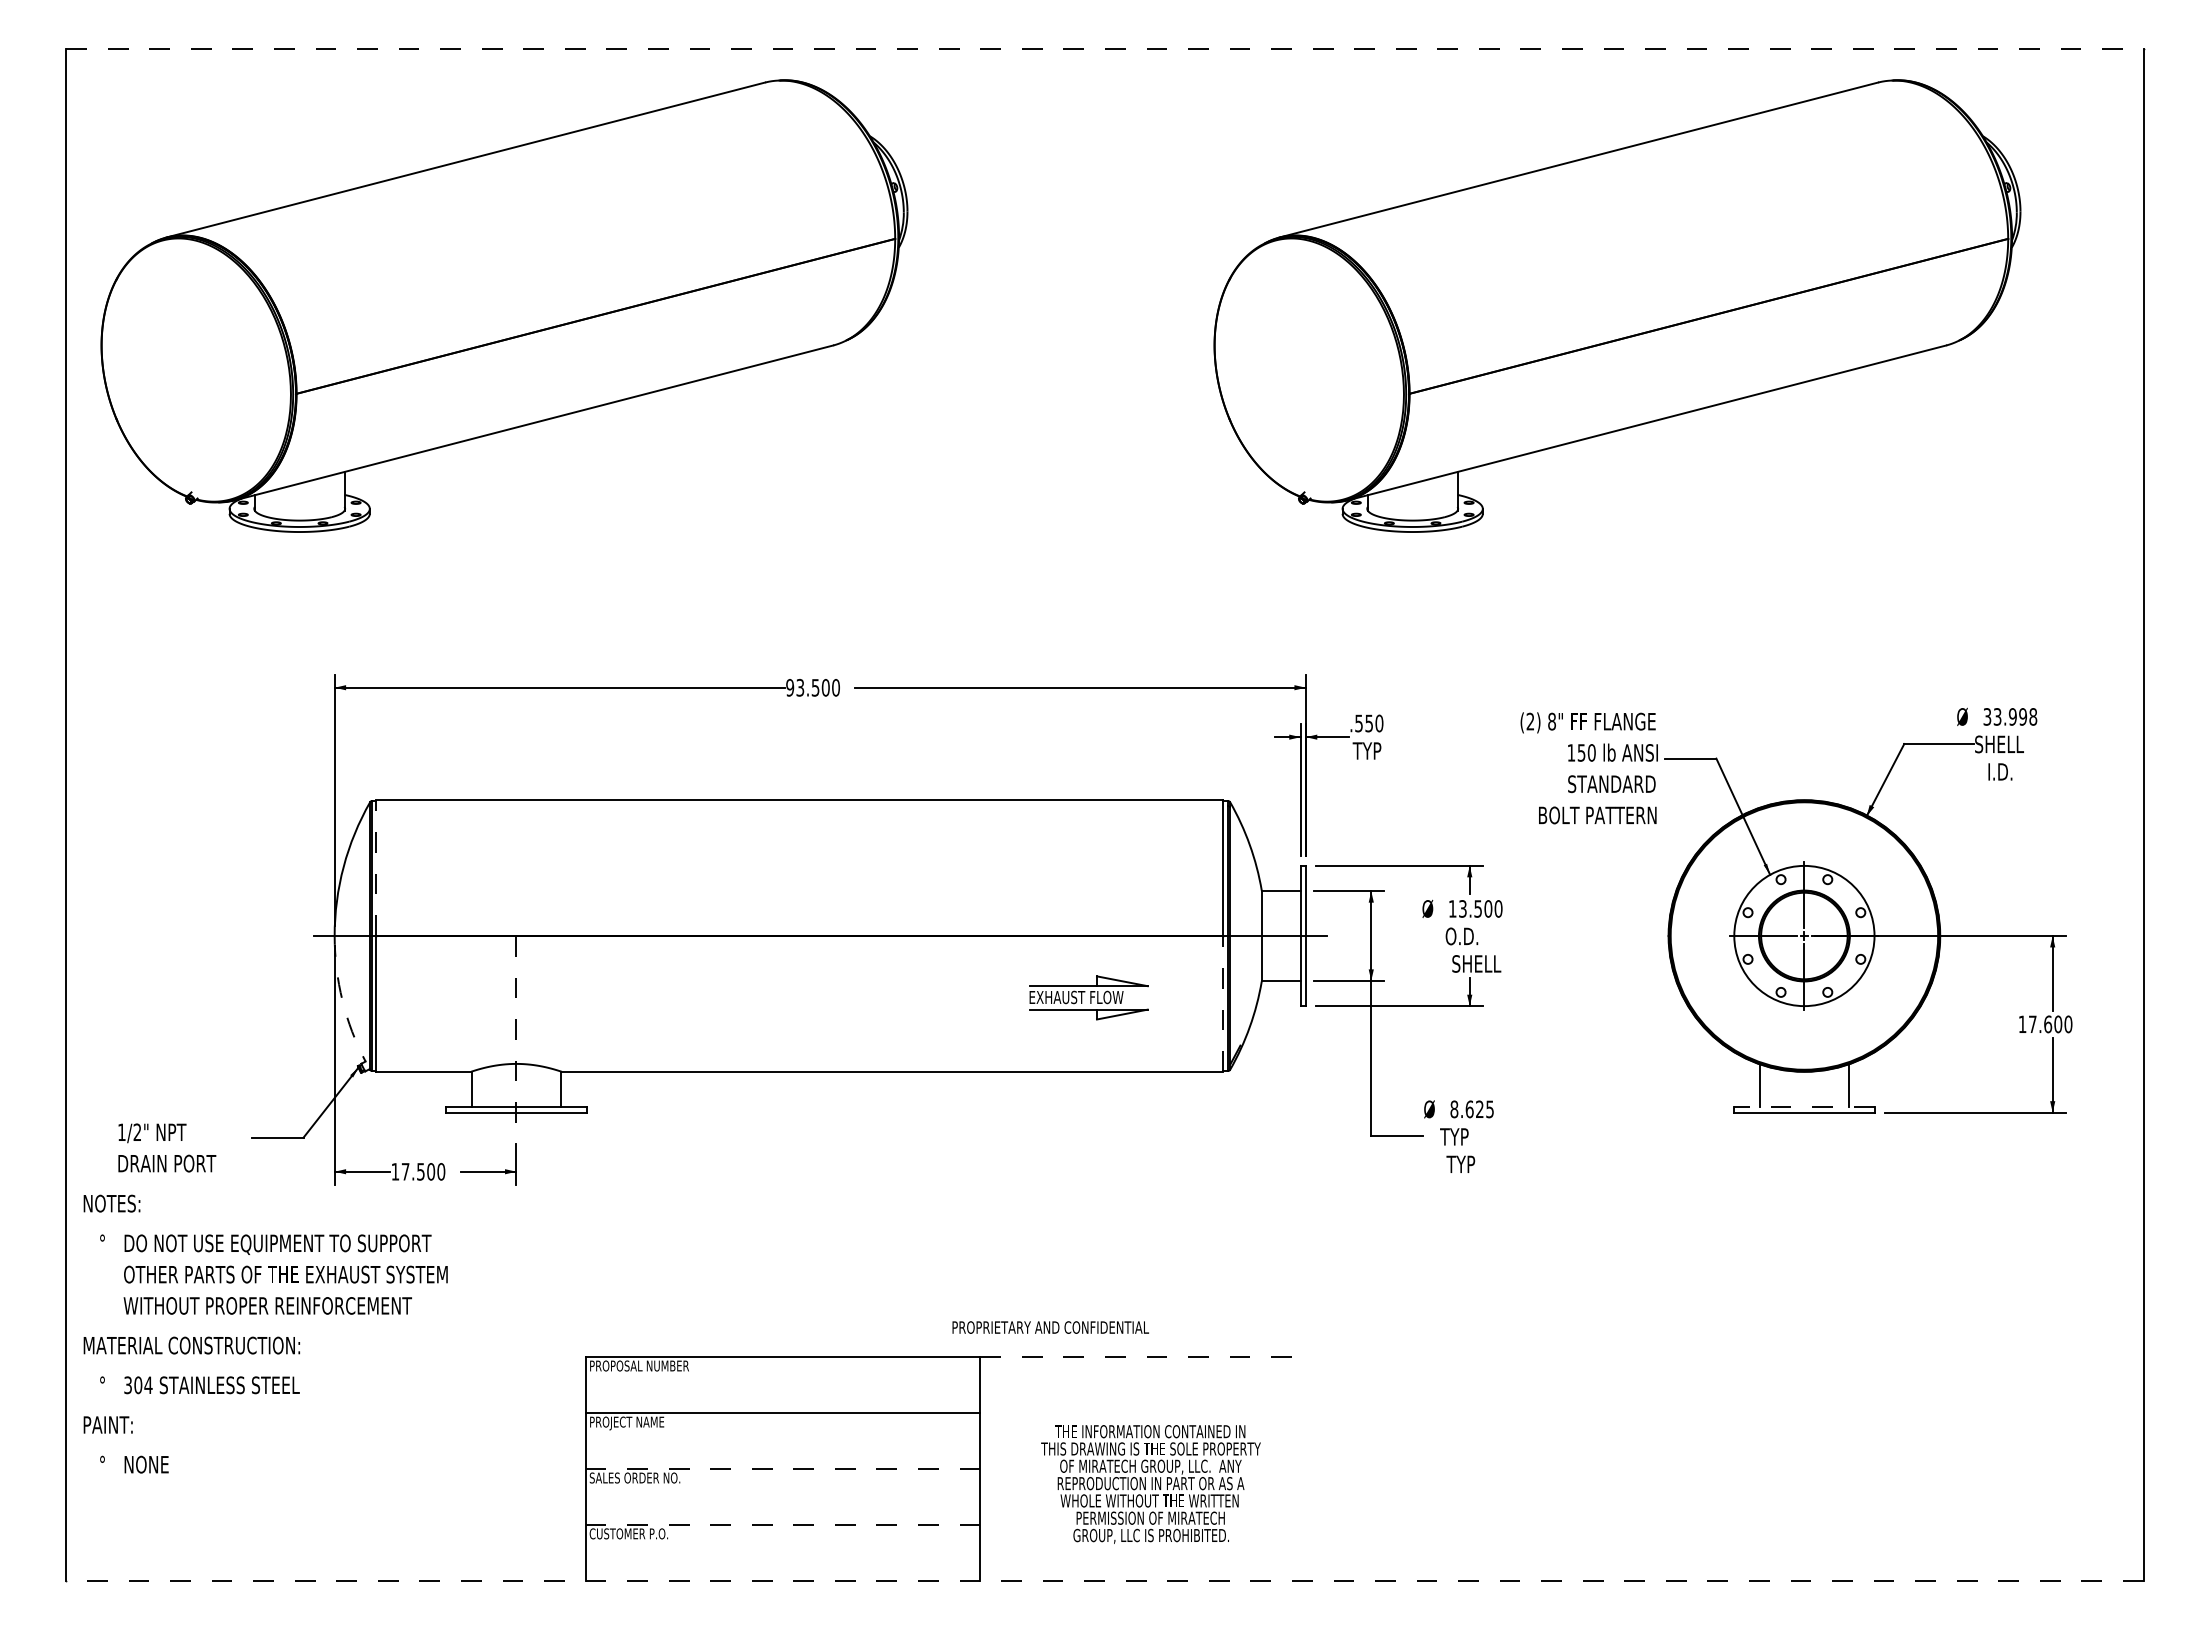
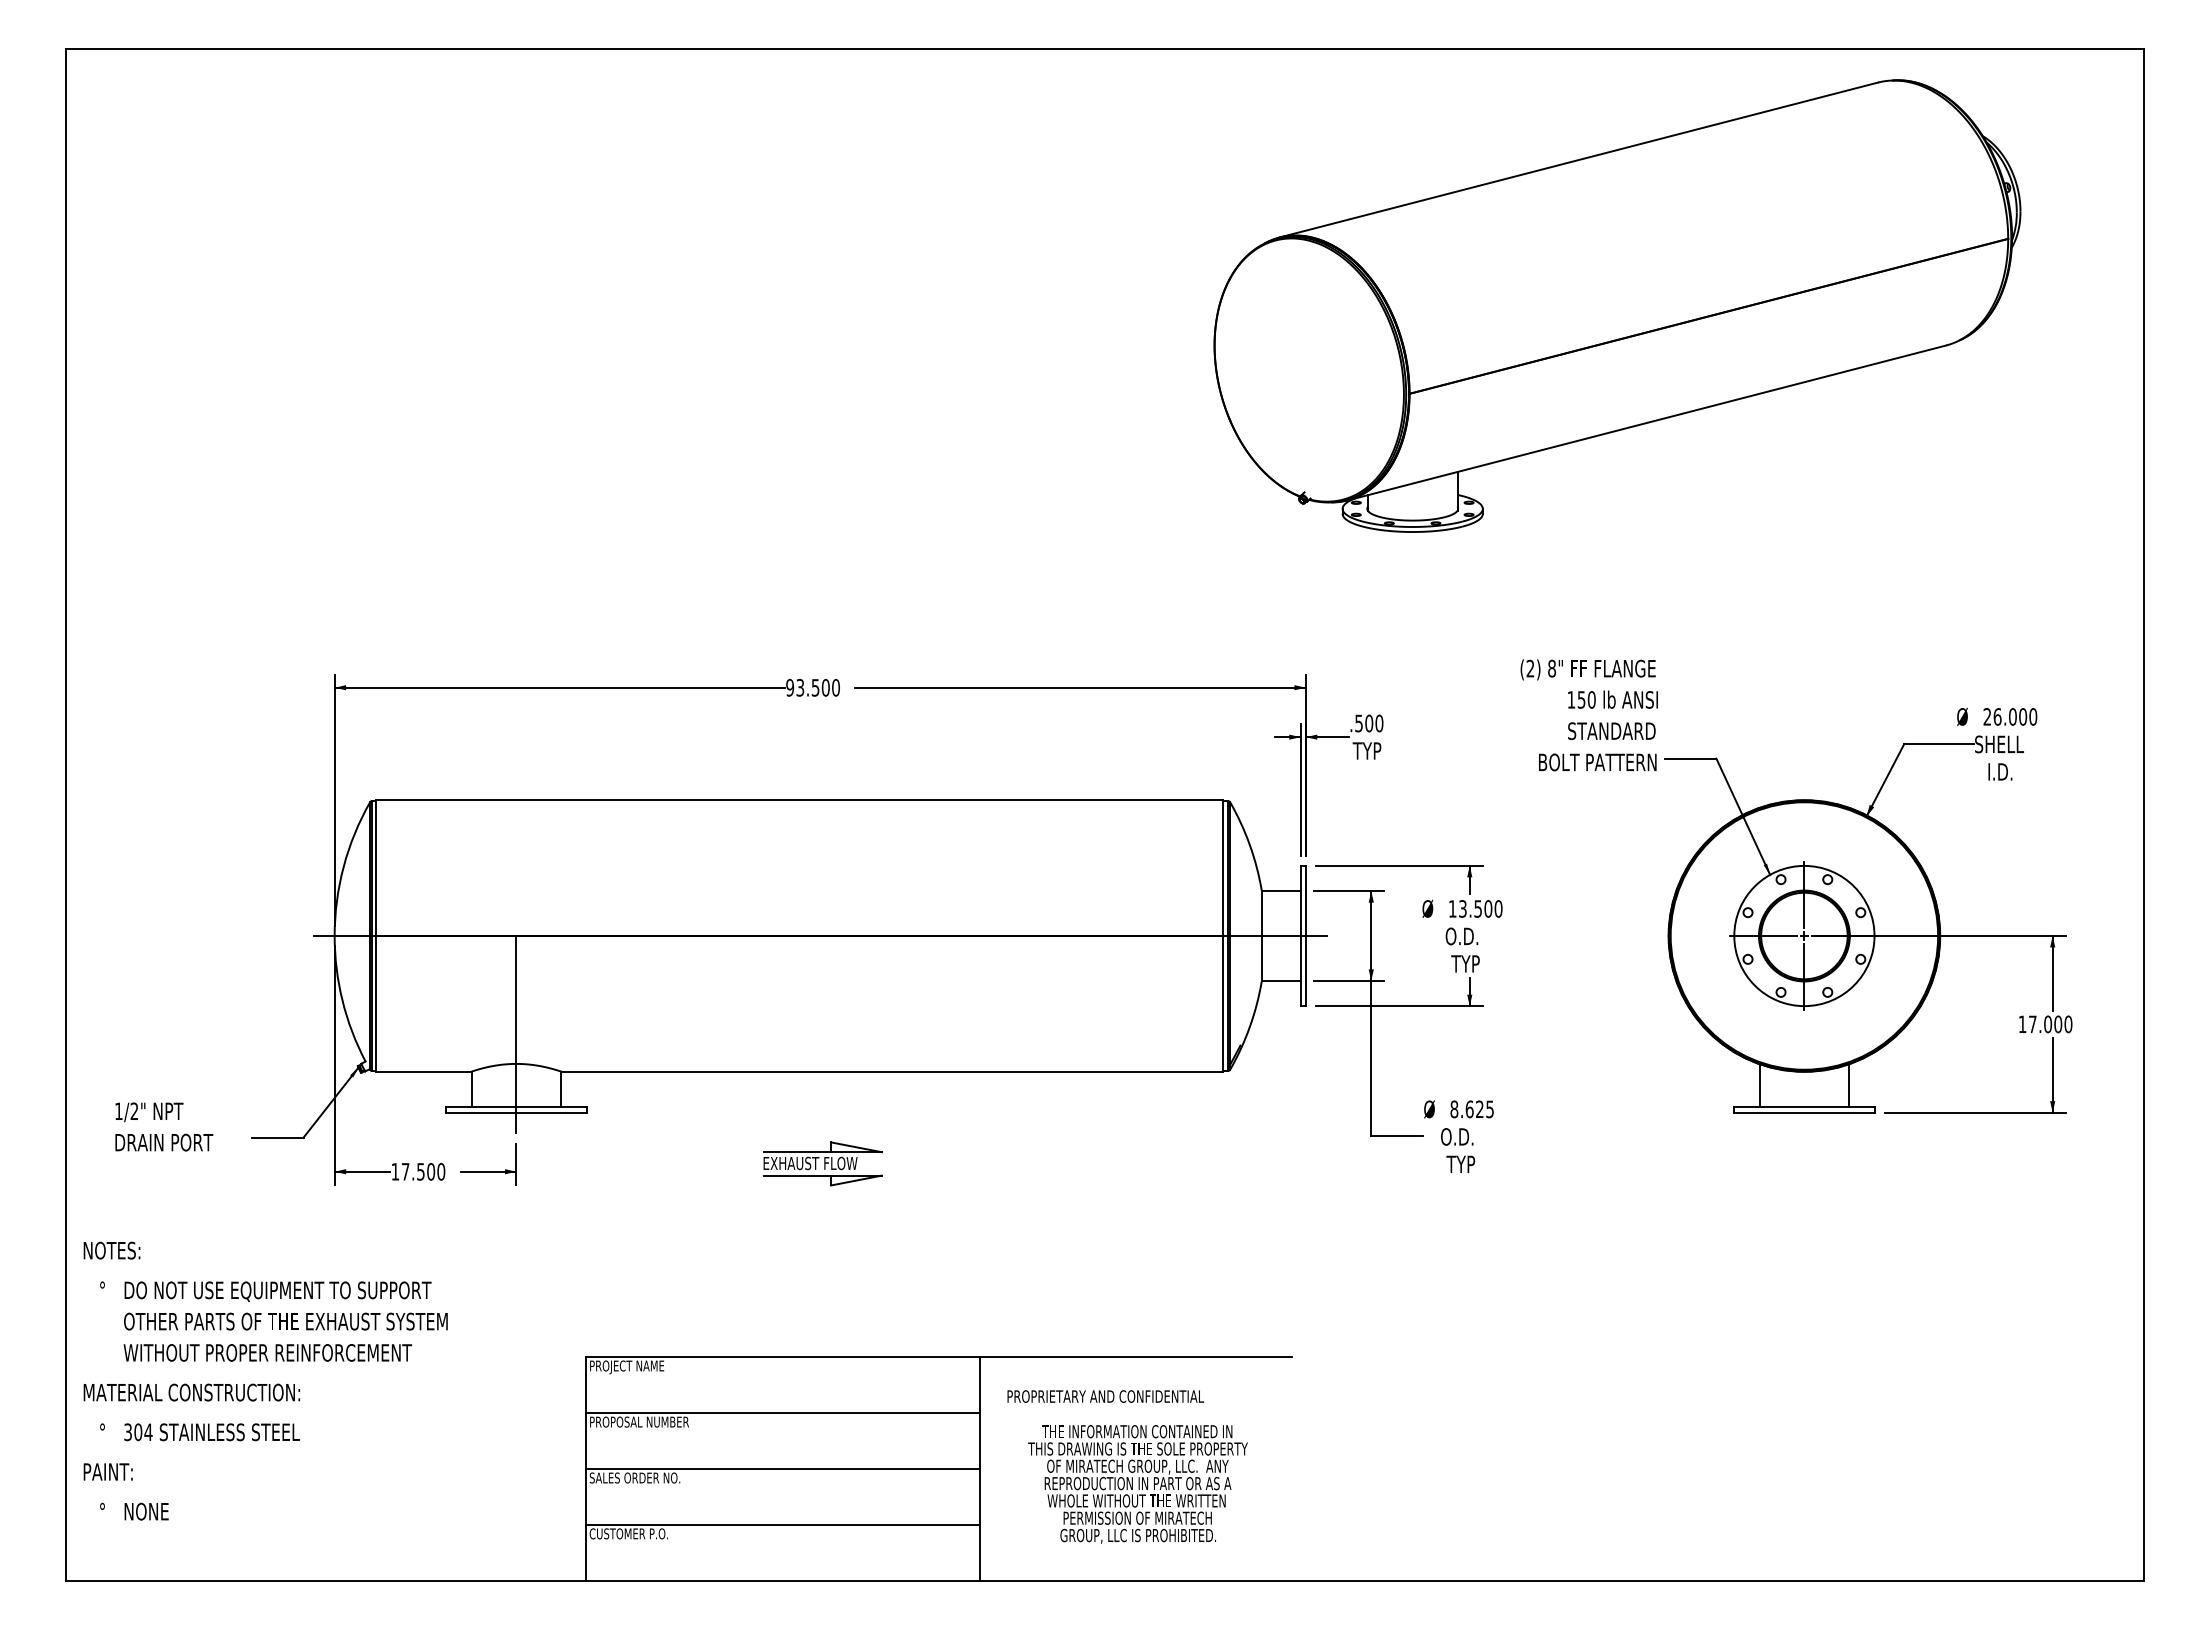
line at (1104, 48): dashed -> solid
part at (504, 305): present -> none
text at (2010, 716): 33.998 -> 26.000
text at (1369, 723): .550 -> .500
text at (1588, 768) position: (1588, 768) -> (1588, 715)
line at (376, 868): dashed -> solid
text at (1476, 963): SHELL -> TYP
part at (1088, 997) position: (1088, 997) -> (822, 1163)
arc at (342, 1000): dashed -> solid
line at (1222, 1003): dashed -> solid
text at (2048, 1023): 17.600 -> 17.000
line at (516, 1034): dashed -> solid
line at (1803, 1107): dashed -> solid
text at (1456, 1136): TYP -> O.D.
text at (167, 1147) position: (167, 1147) -> (164, 1126)
text at (1050, 1327) position: (1050, 1327) -> (1105, 1396)
text at (265, 1333) position: (265, 1333) -> (265, 1380)
line at (1136, 1356): dashed -> solid
text at (648, 1367): PROPOSAL NUMBER -> PROJECT NAME
text at (648, 1423): PROJECT NAME -> PROPOSAL NUMBER
line at (782, 1468): dashed -> solid
text at (1150, 1484) position: (1150, 1484) -> (1137, 1484)
line at (783, 1524): dashed -> solid
line at (1104, 1581): dashed -> solid
